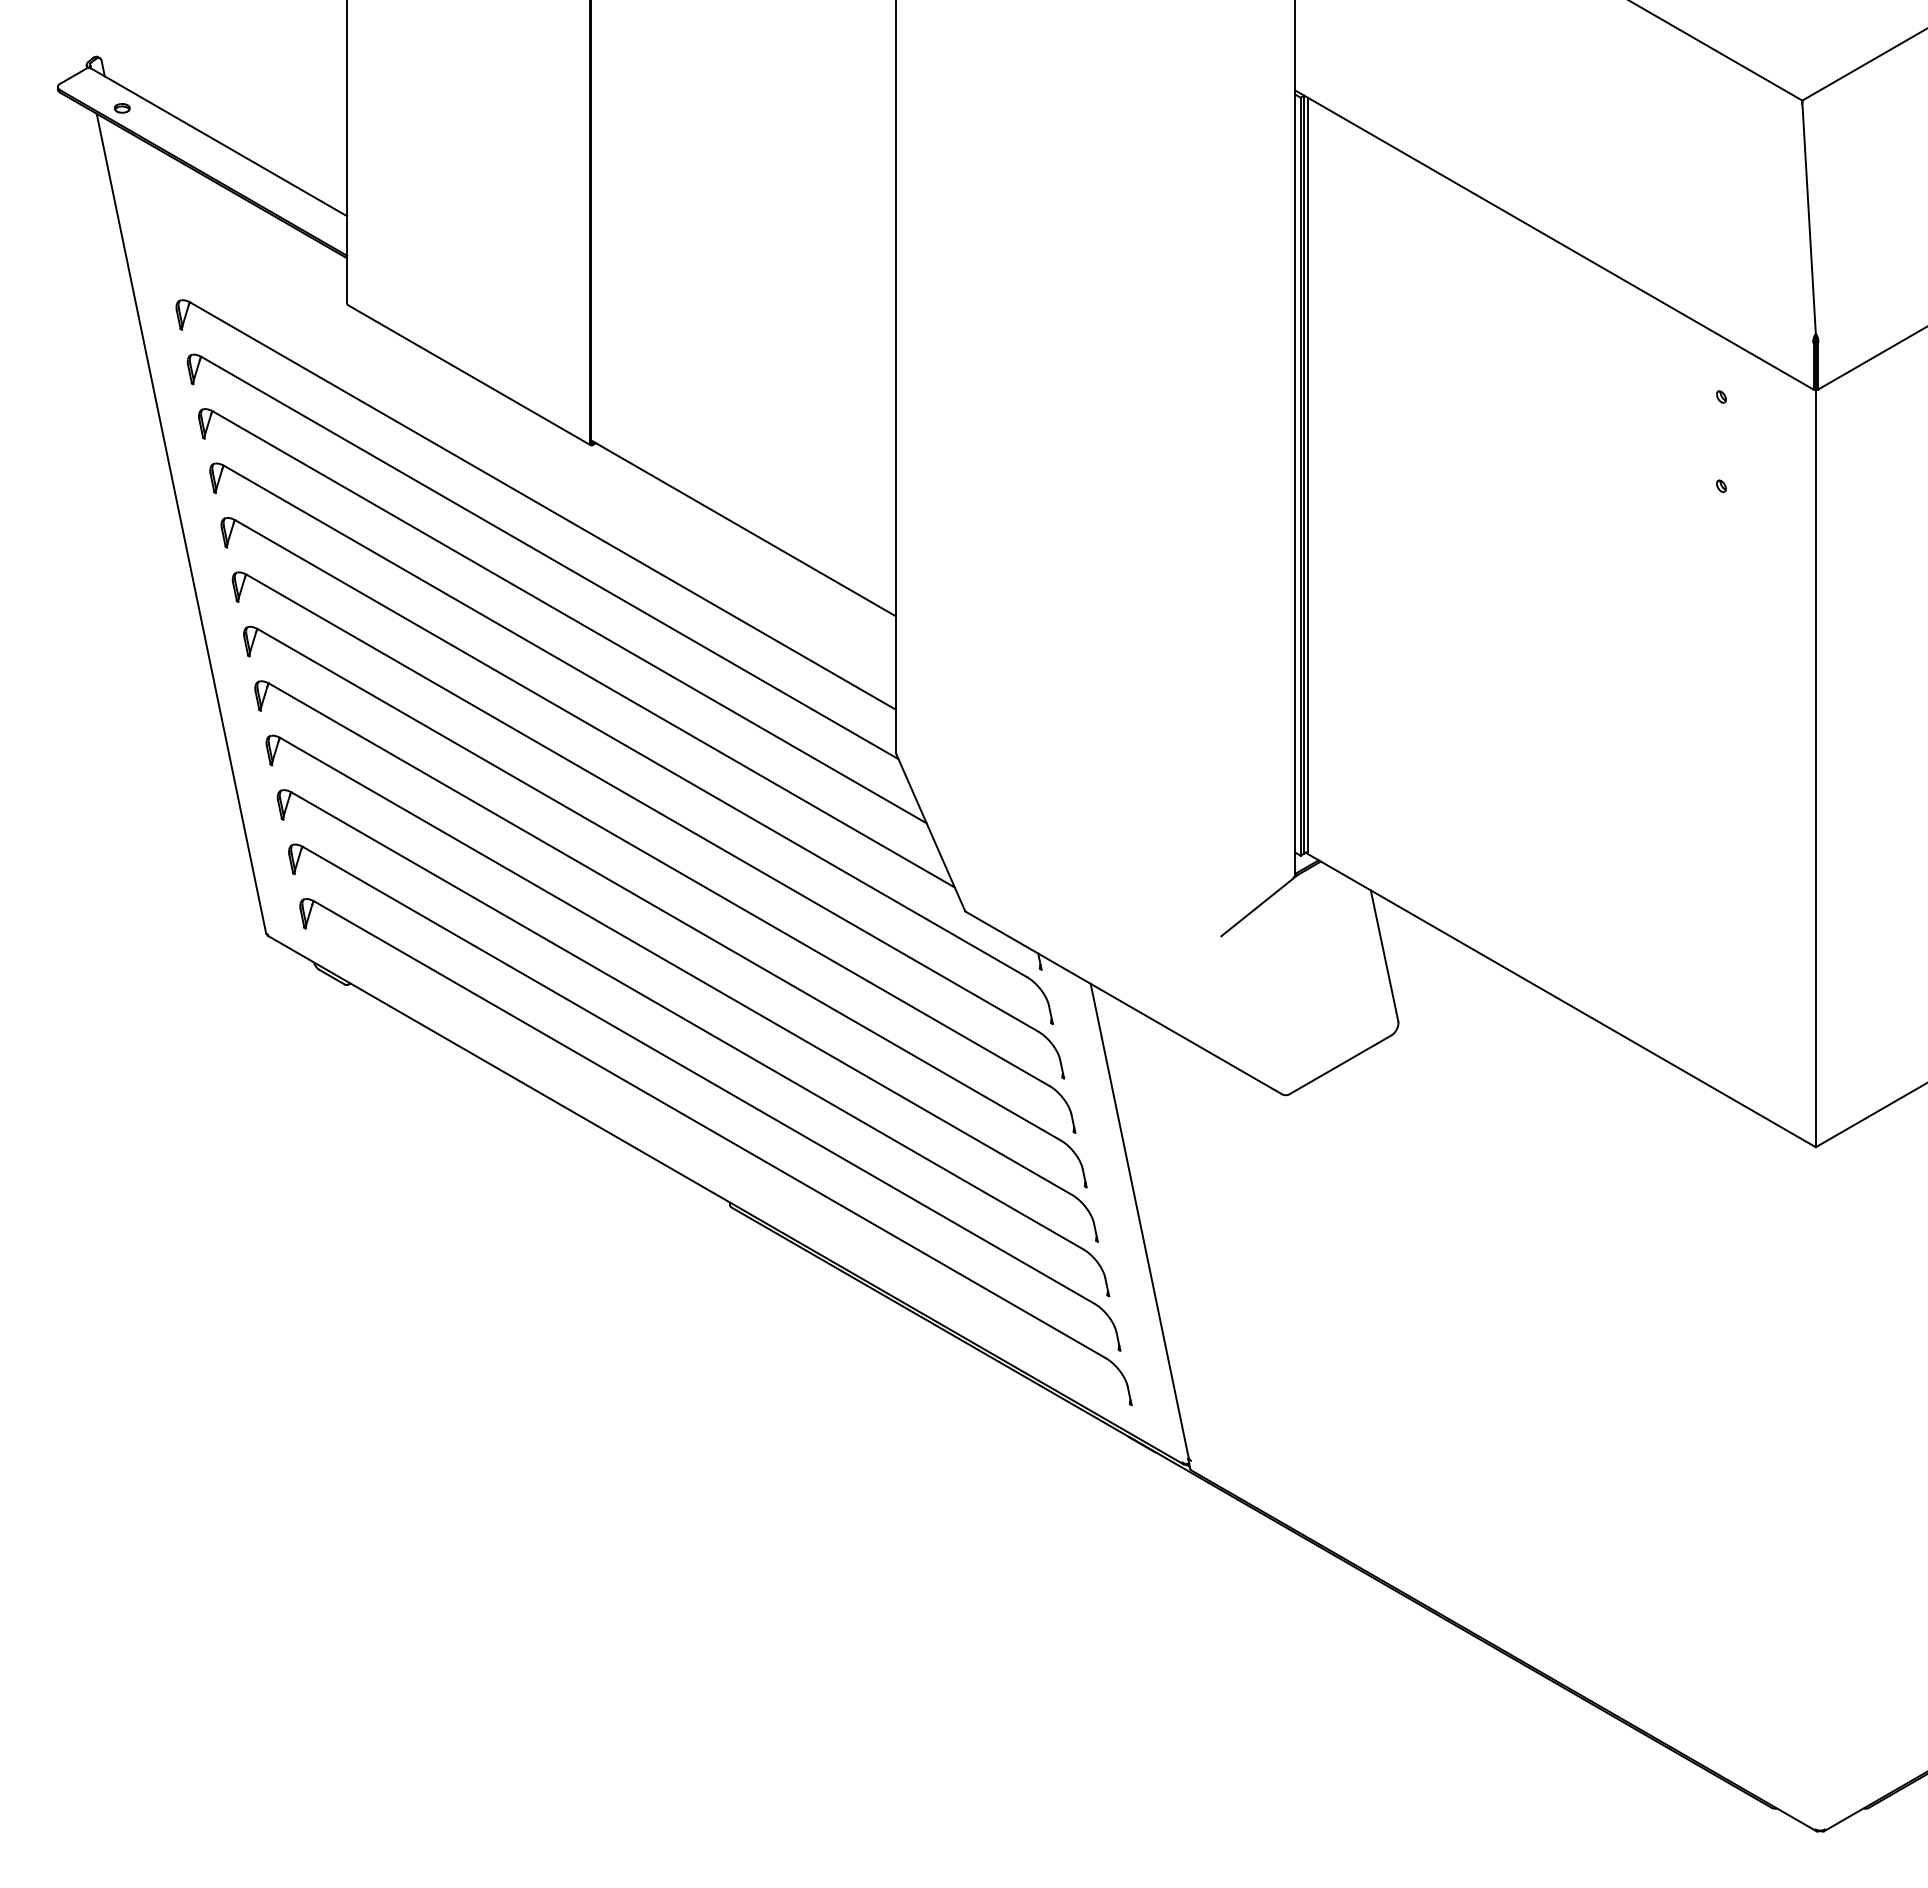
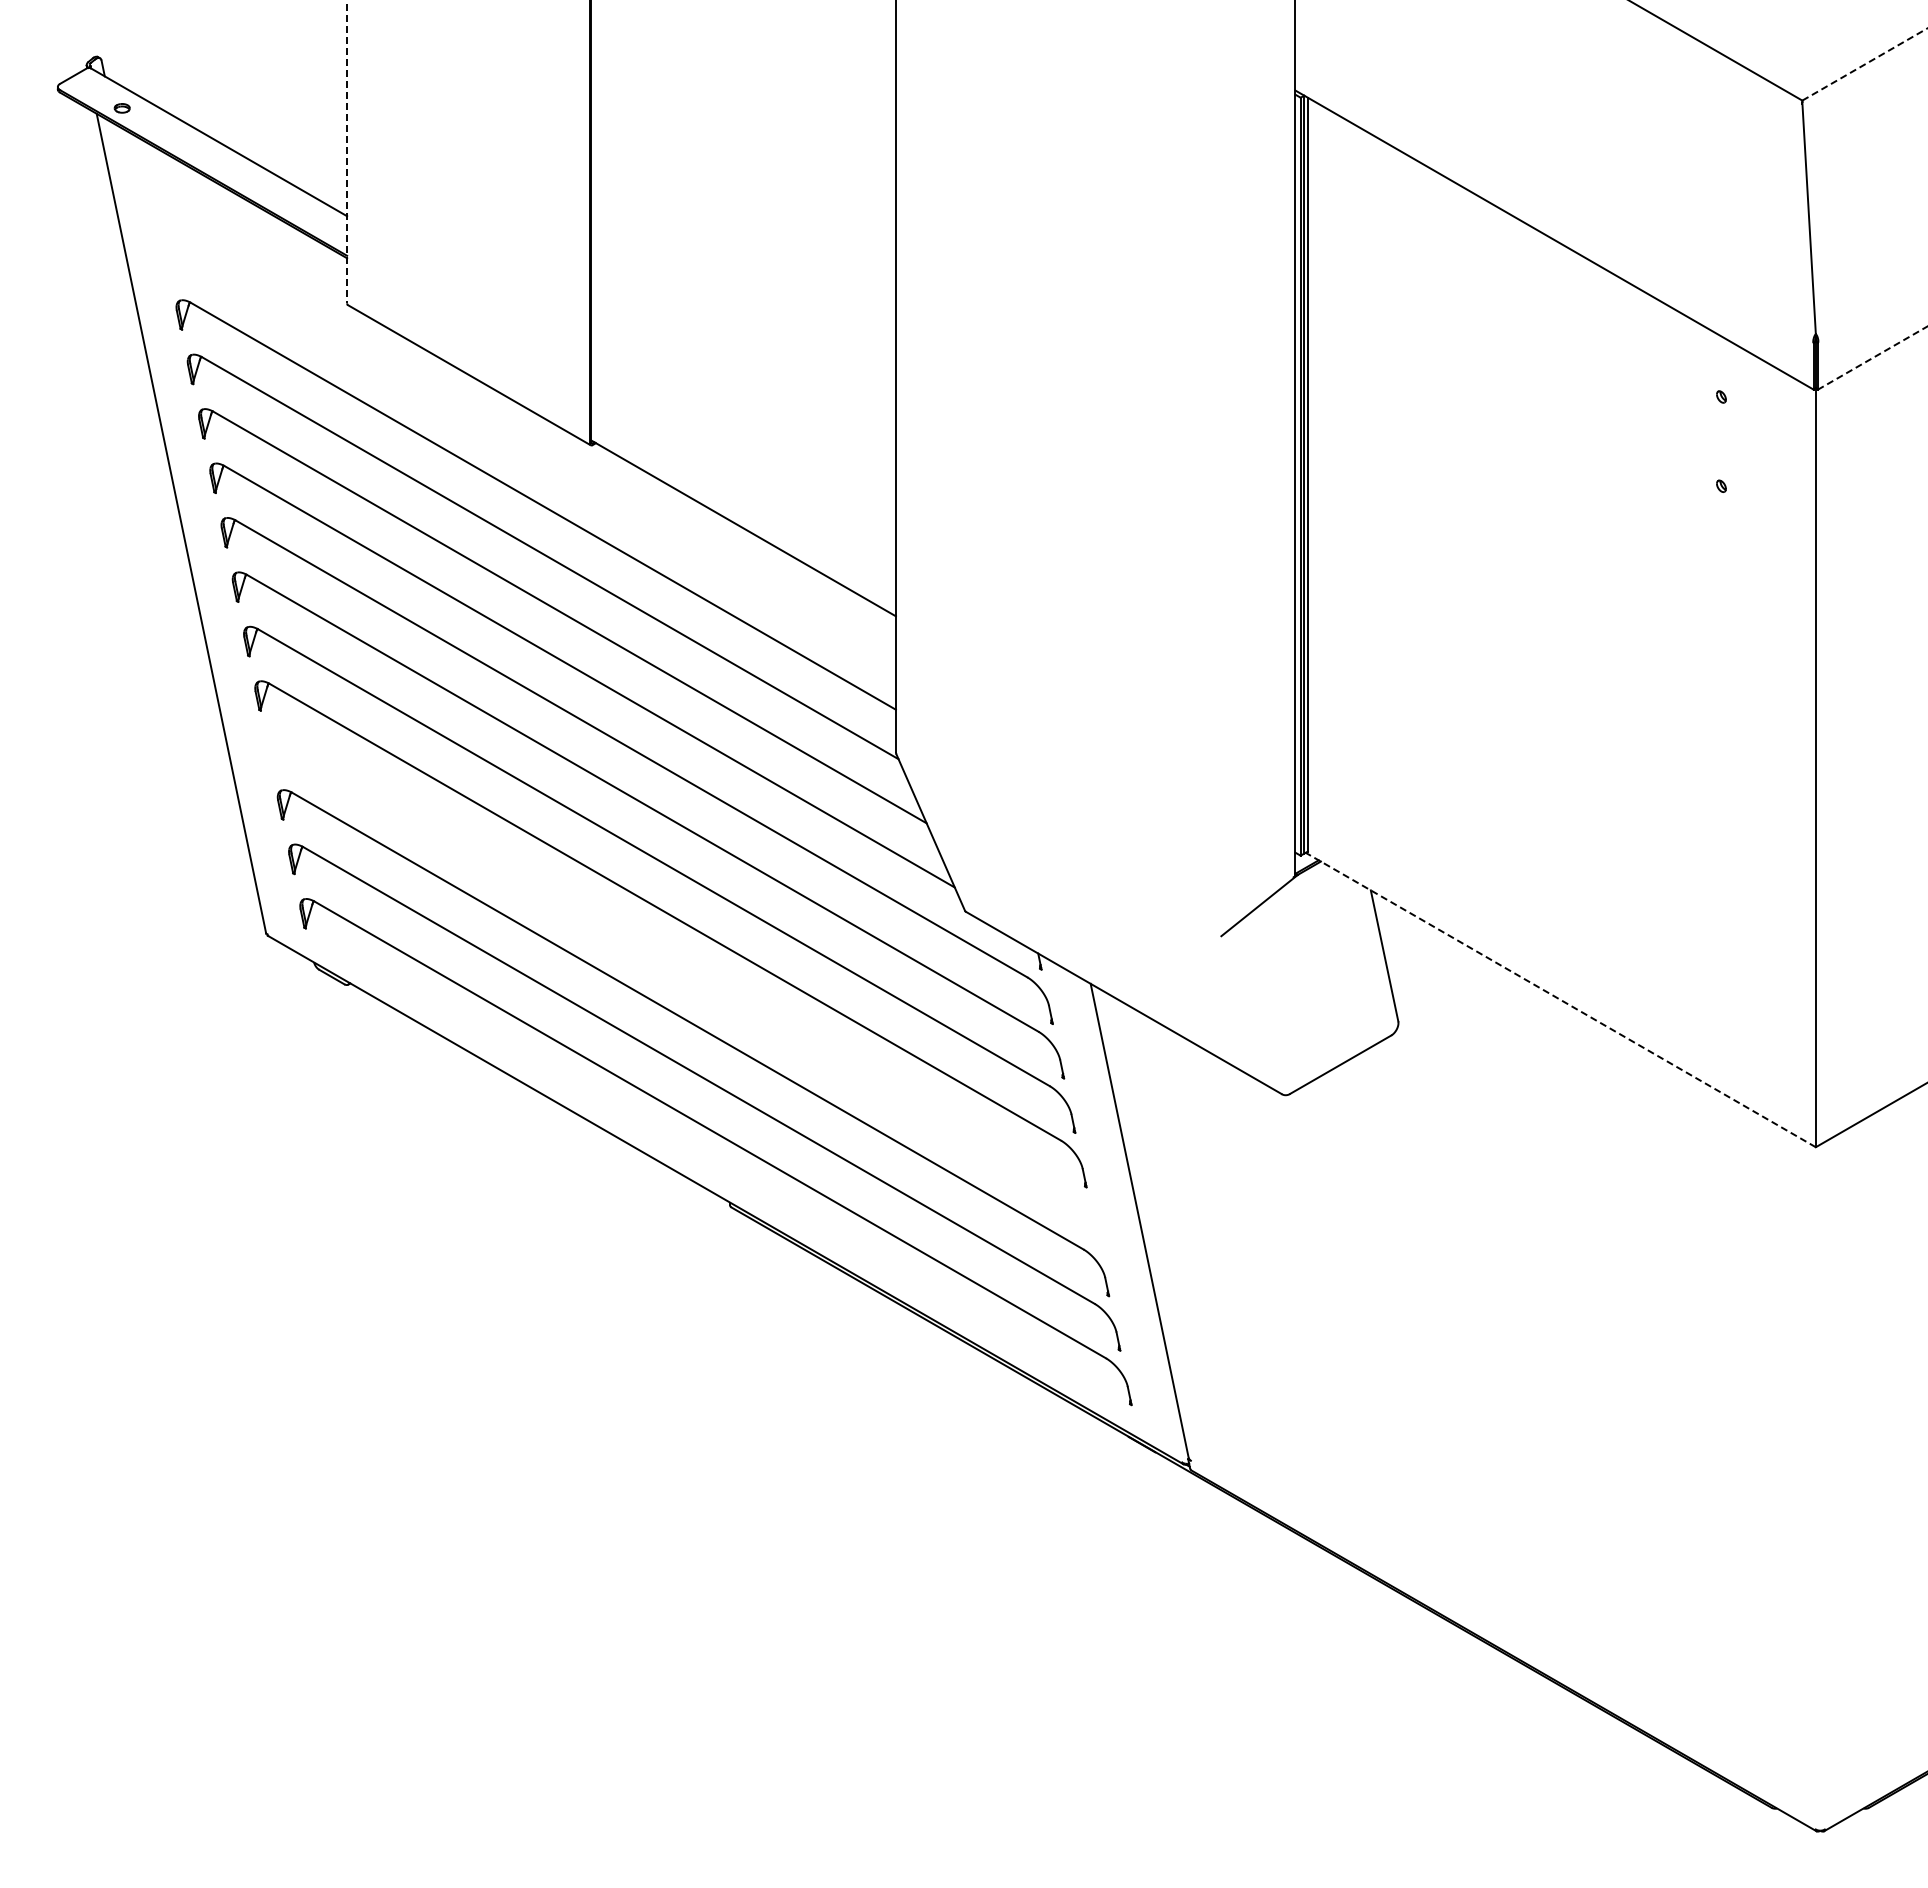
line at (1864, 64): solid -> dashed
line at (347, 152): solid -> dashed
line at (1872, 358): solid -> dashed
part at (689, 975): present -> none
line at (1560, 1000): solid -> dashed
